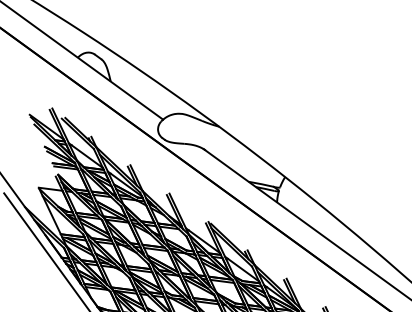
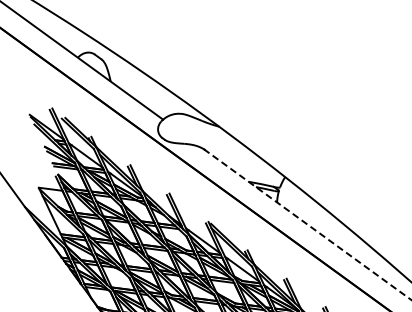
line at (307, 224): solid -> dashed
line at (45, 250): present -> none
